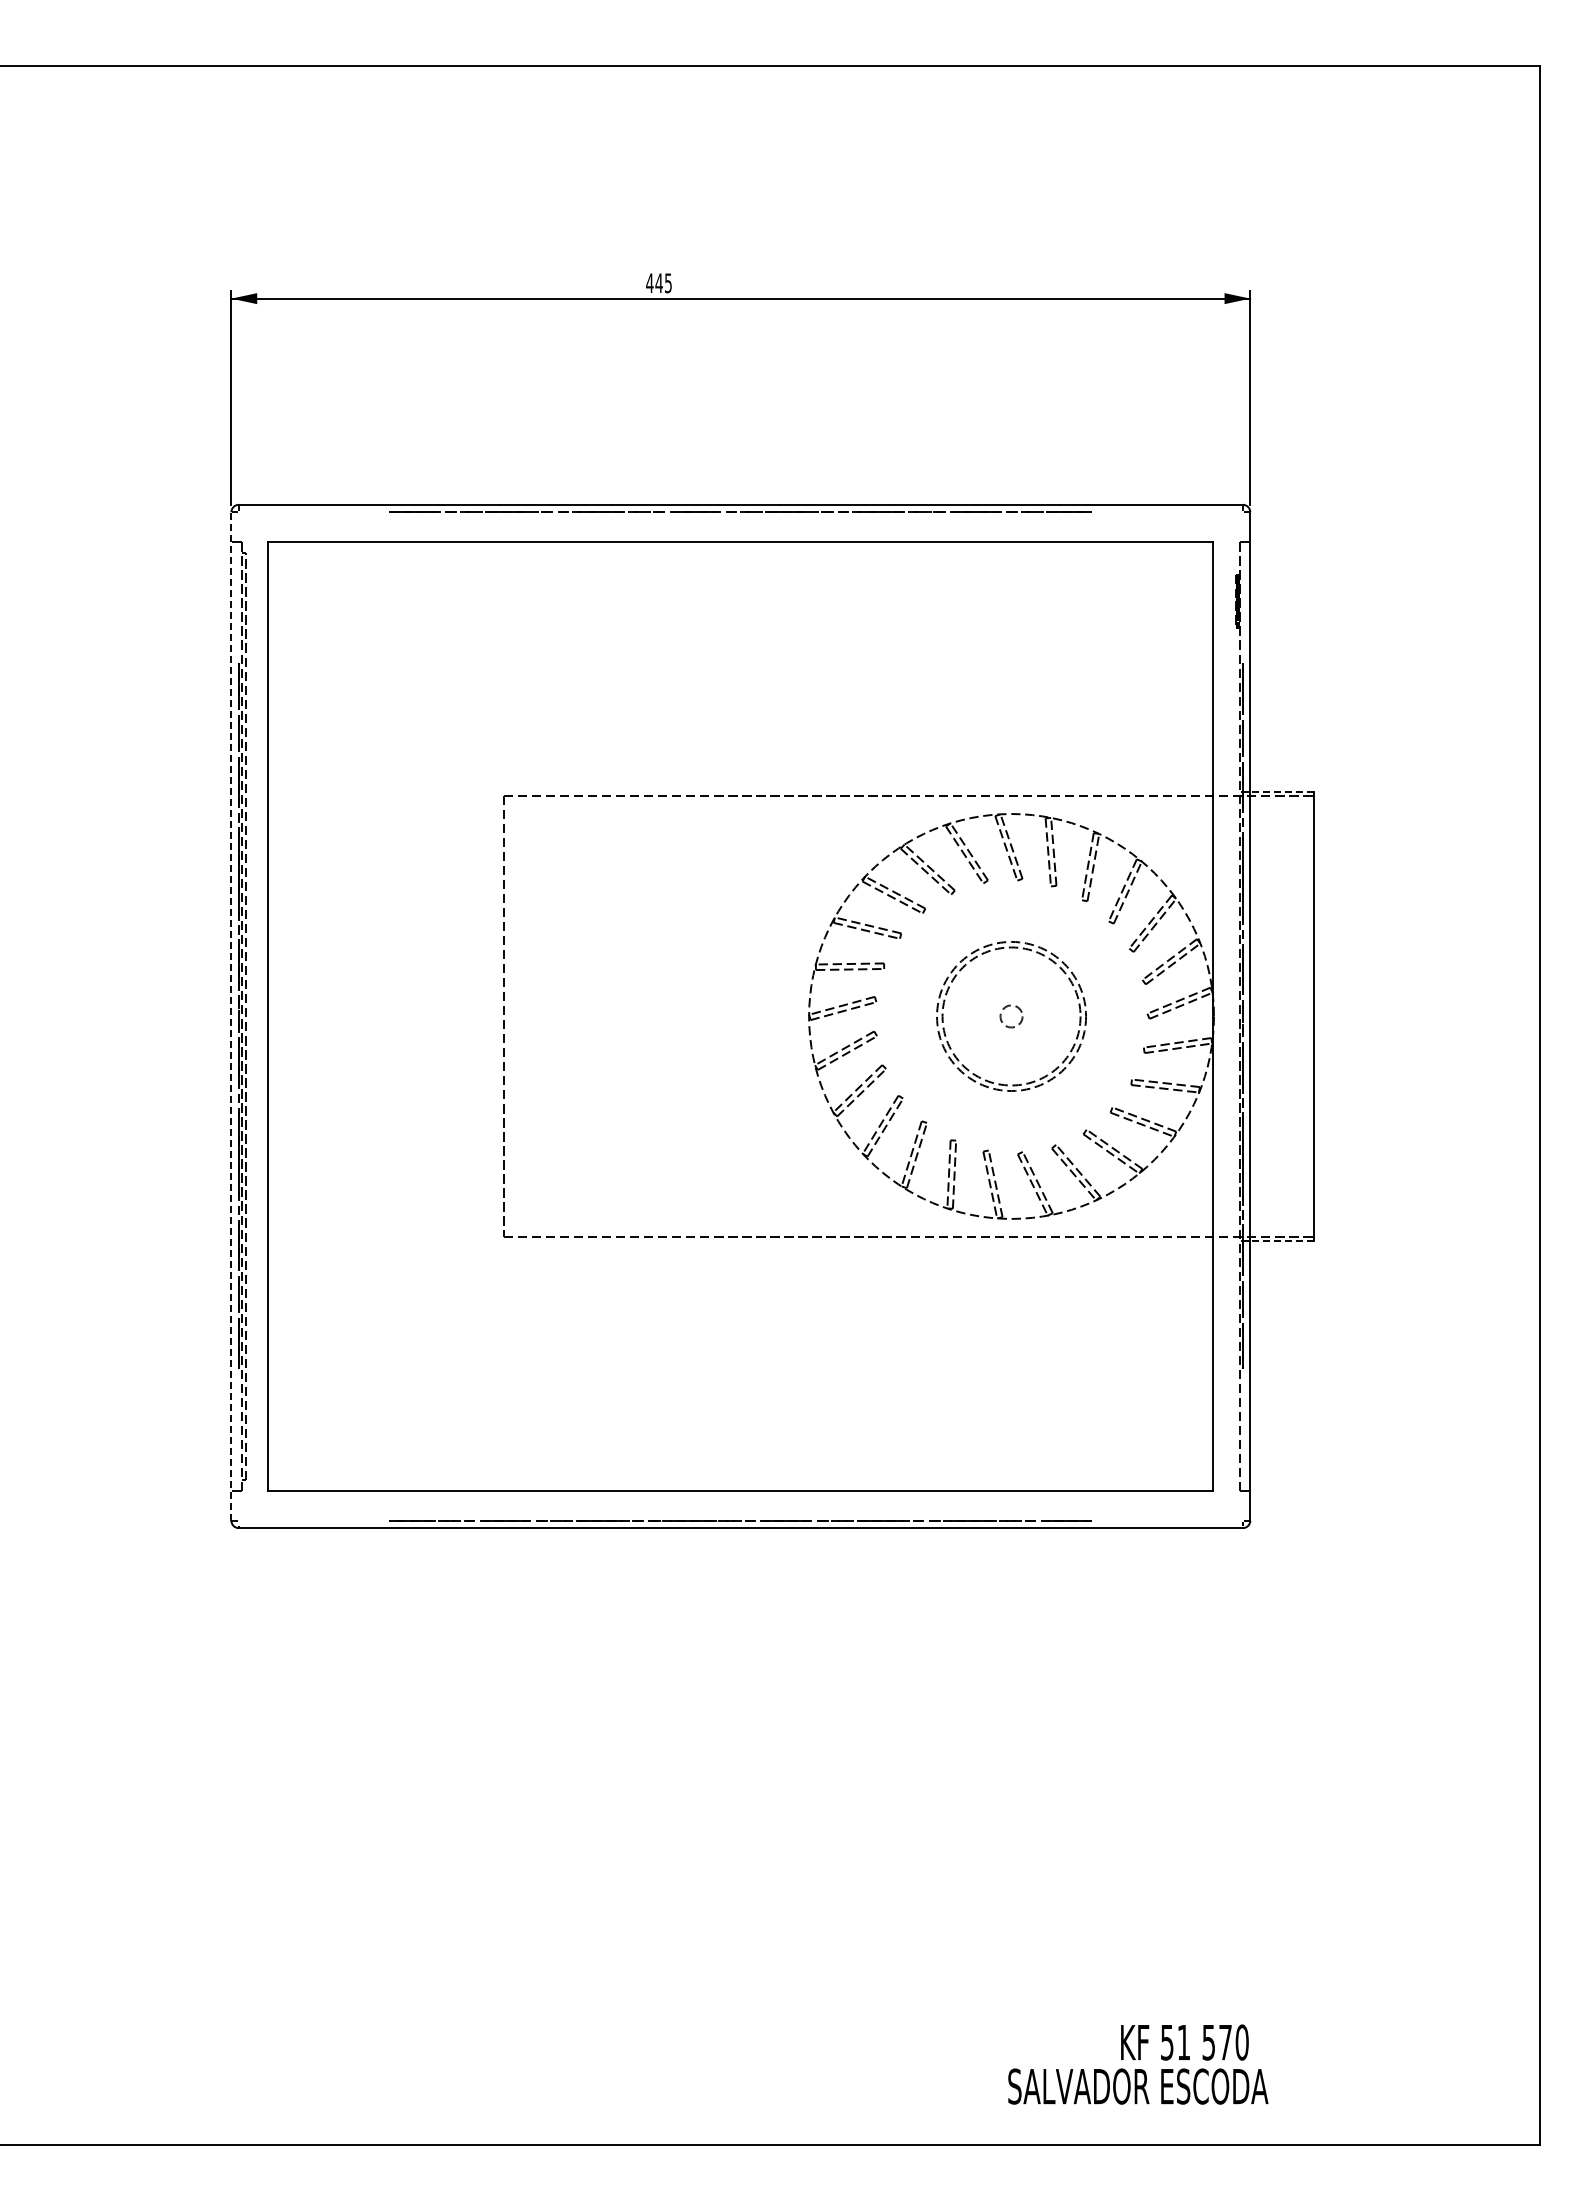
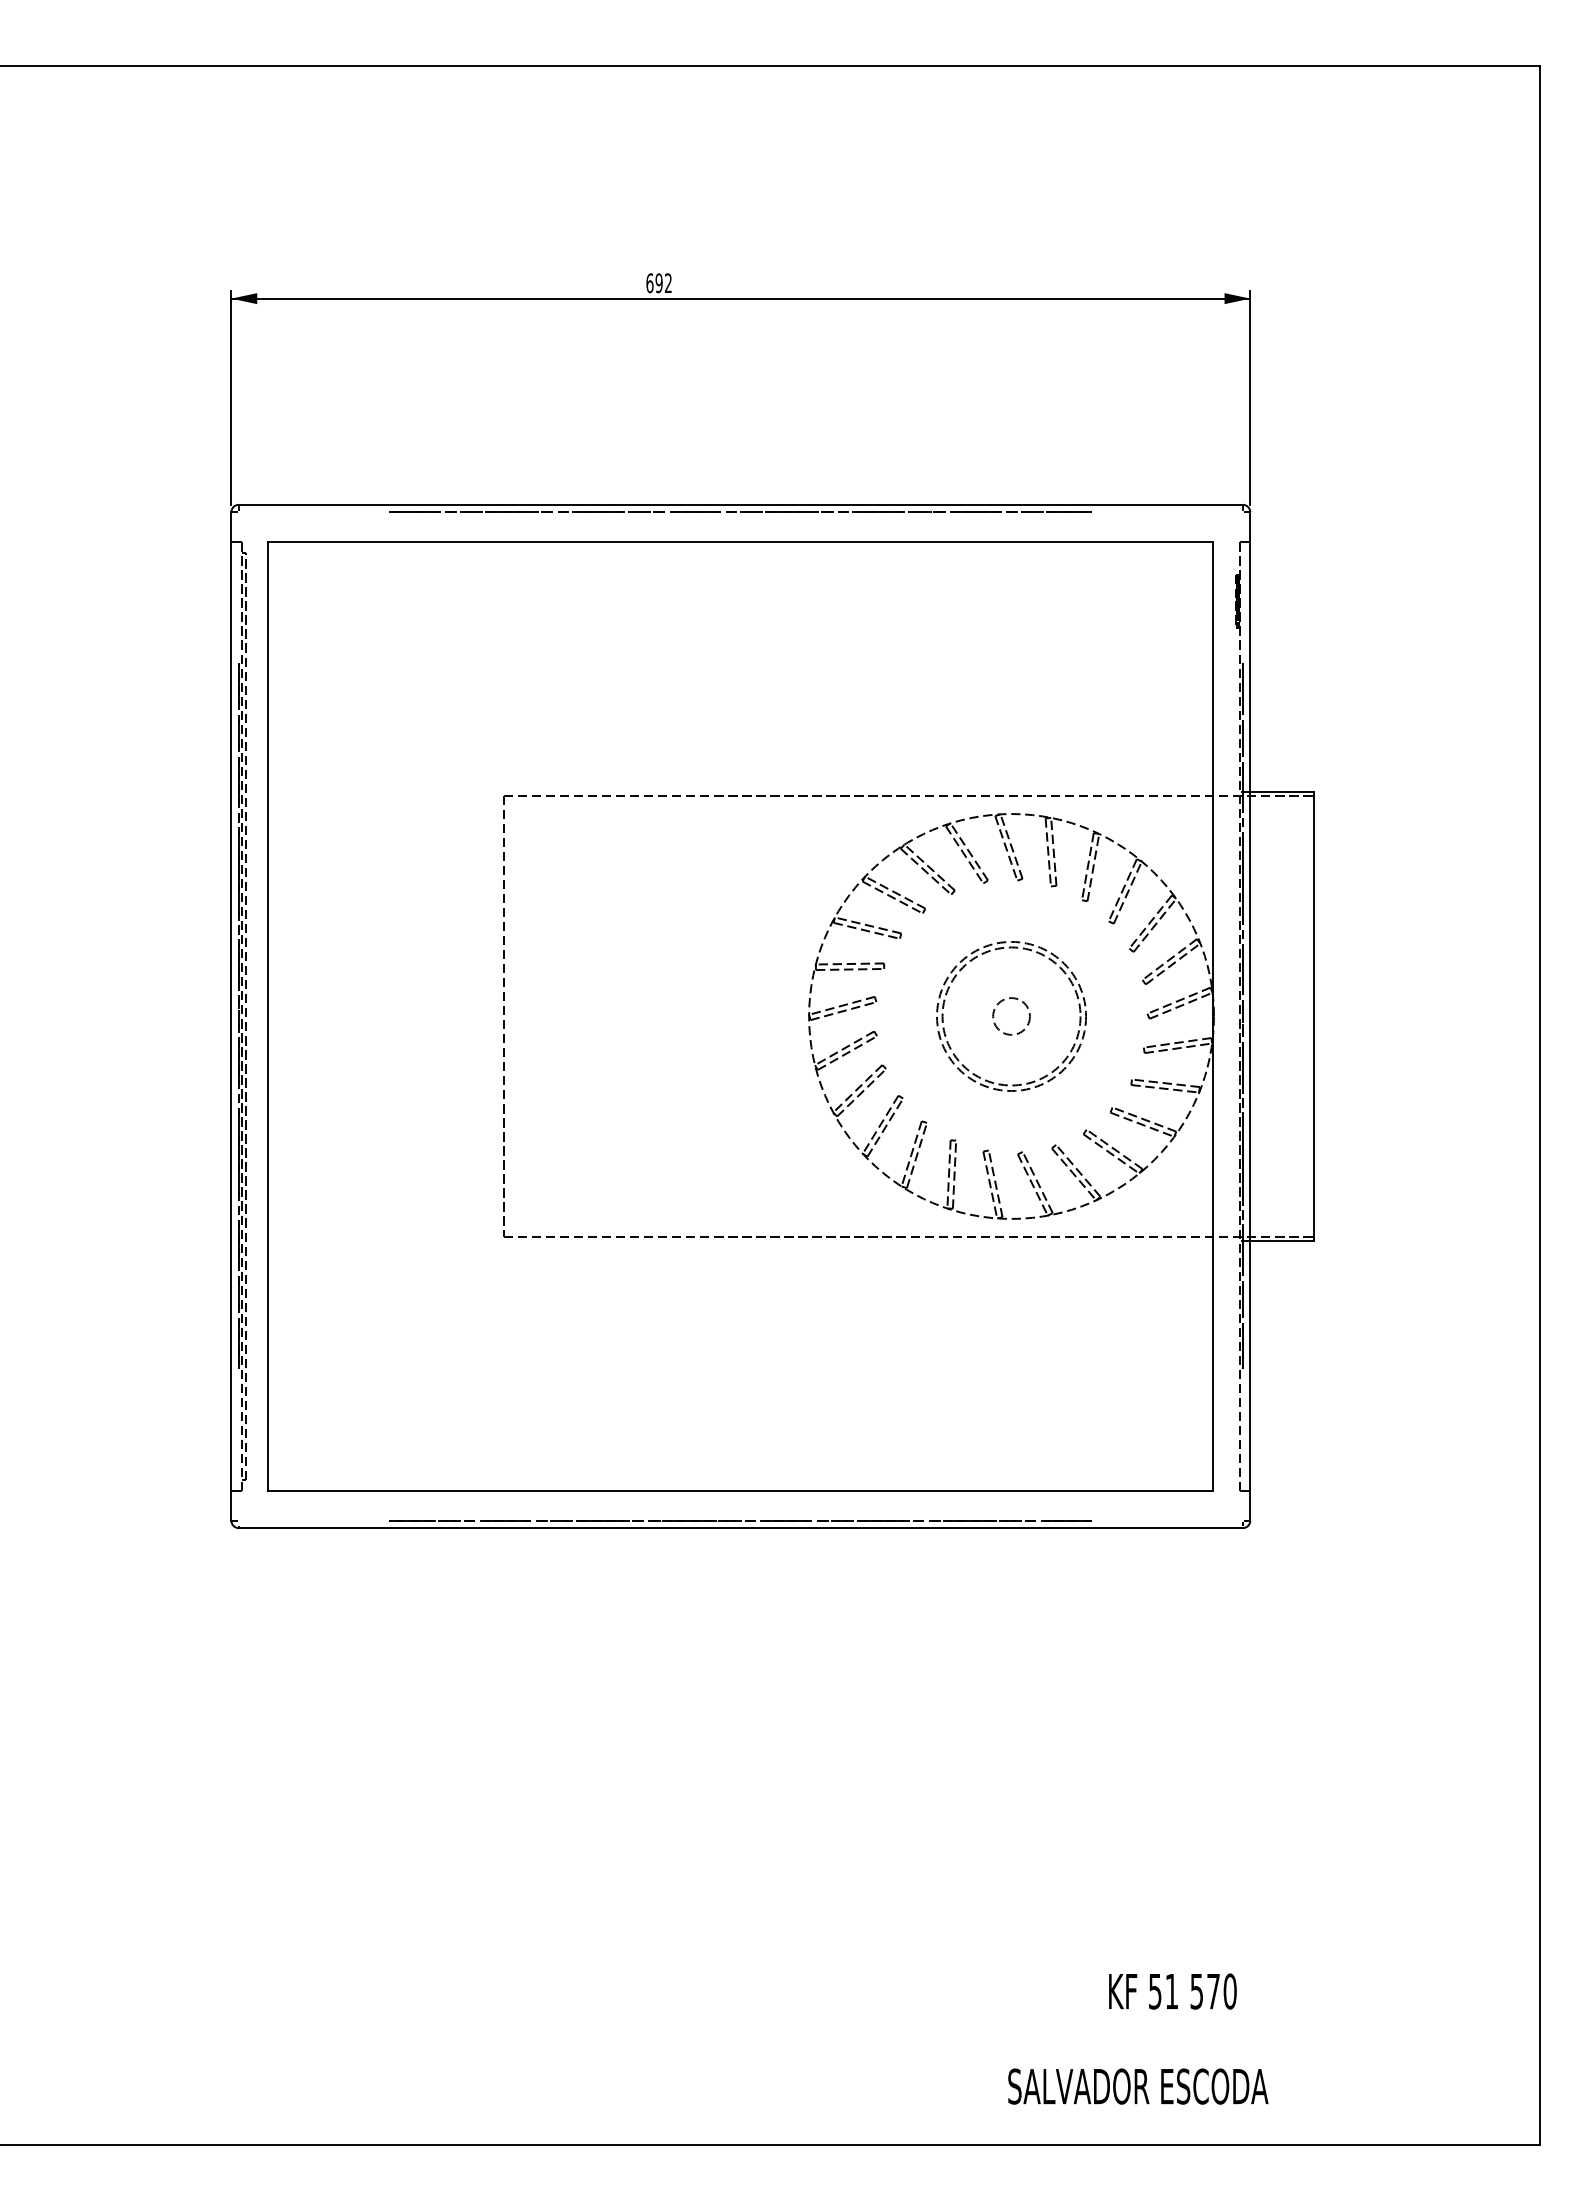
text at (658, 283): 445 -> 692
line at (1281, 791): dashed -> solid
line at (231, 1015): dashed -> solid
circle at (1011, 1016) diameter: 22 px -> 37 px
line at (1281, 1241): dashed -> solid
text at (1184, 2042) position: (1184, 2042) -> (1172, 1991)
